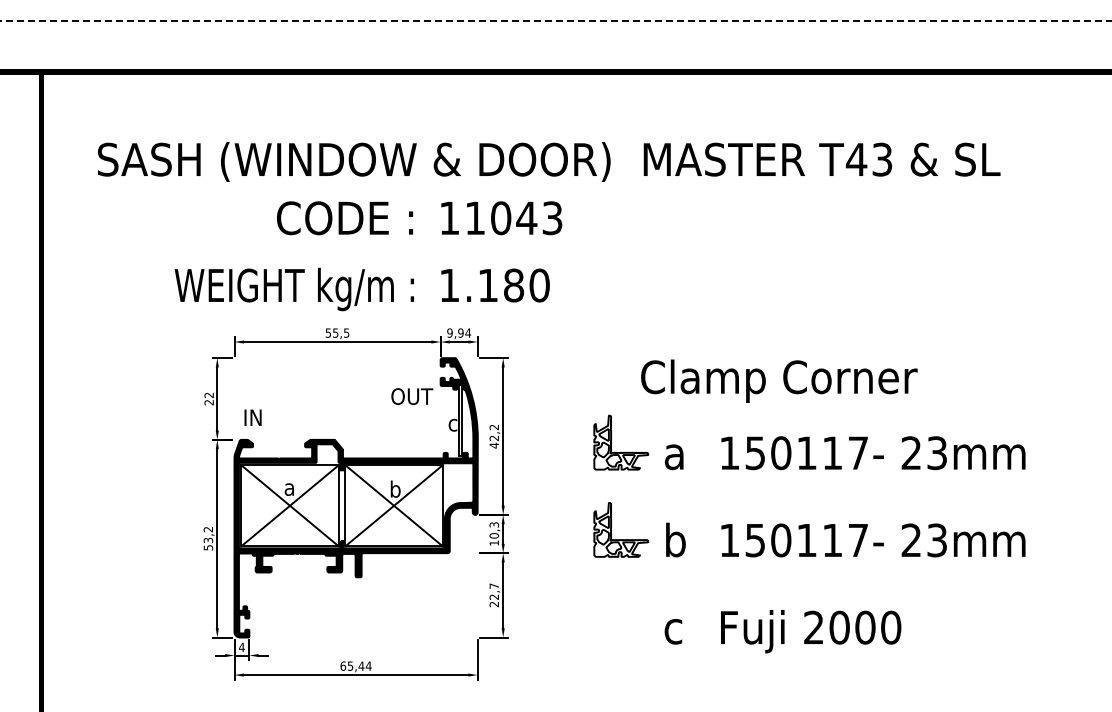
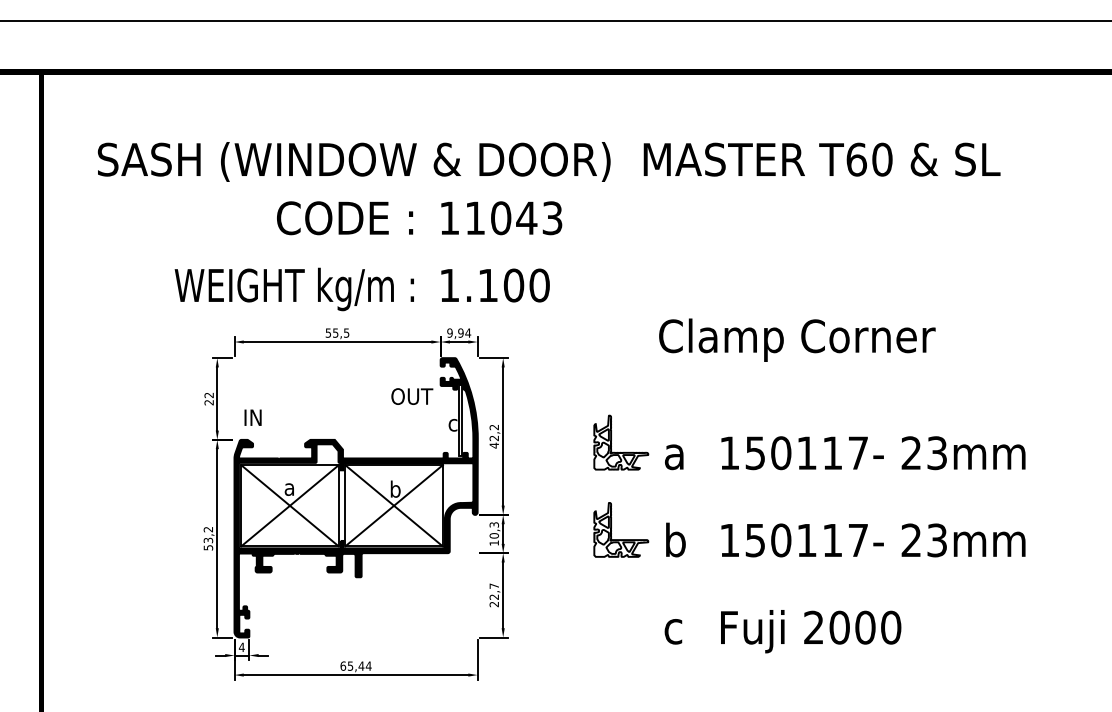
line at (556, 21): dashed -> solid
text at (868, 159): T43 -> T60
text at (513, 285): 1.180 -> 1.100
text at (779, 380) position: (779, 380) -> (797, 339)
